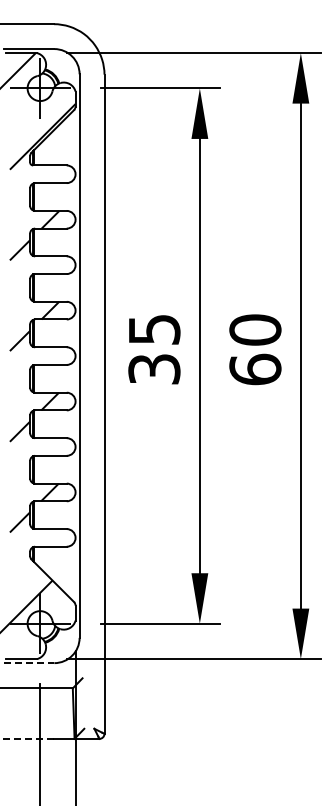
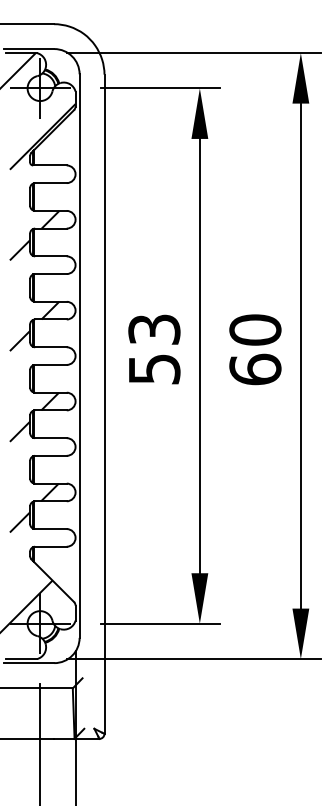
text at (153, 348): 35 -> 53
line at (29, 663): dashed -> solid
line at (27, 738): dashed -> solid
